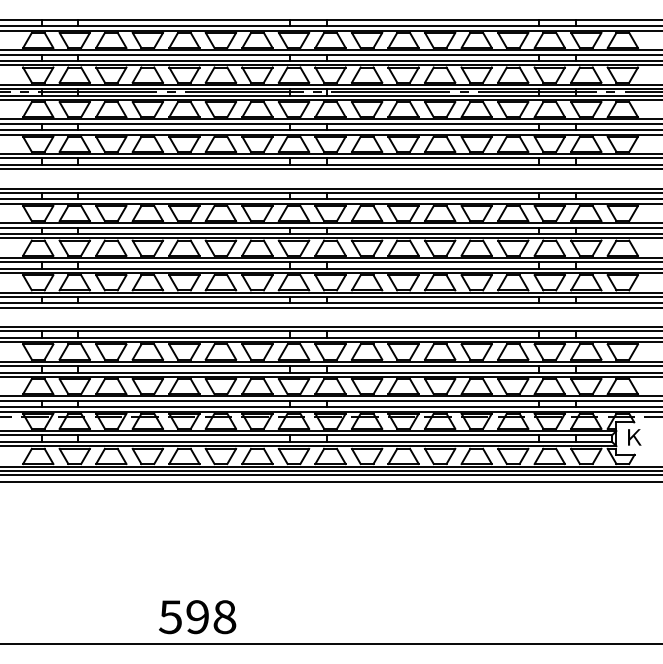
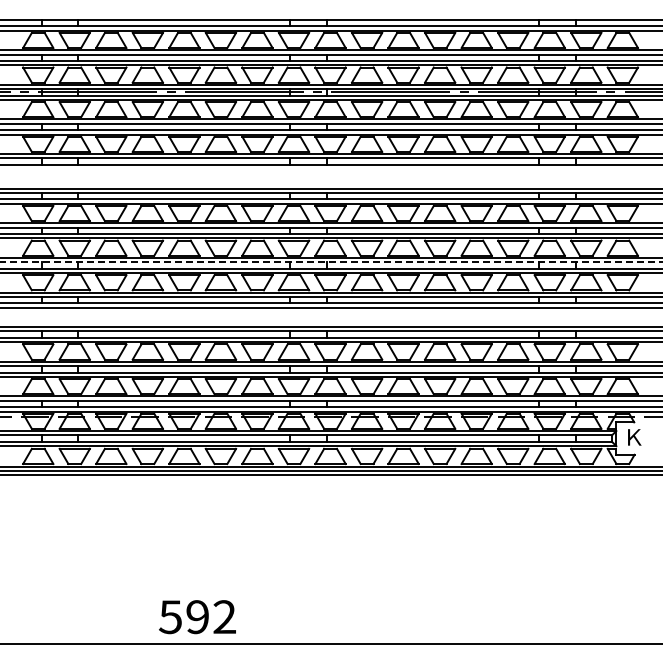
line at (330, 169): present -> none
line at (331, 262): solid -> dashed
line at (330, 482): present -> none
text at (224, 617): 598 -> 592
